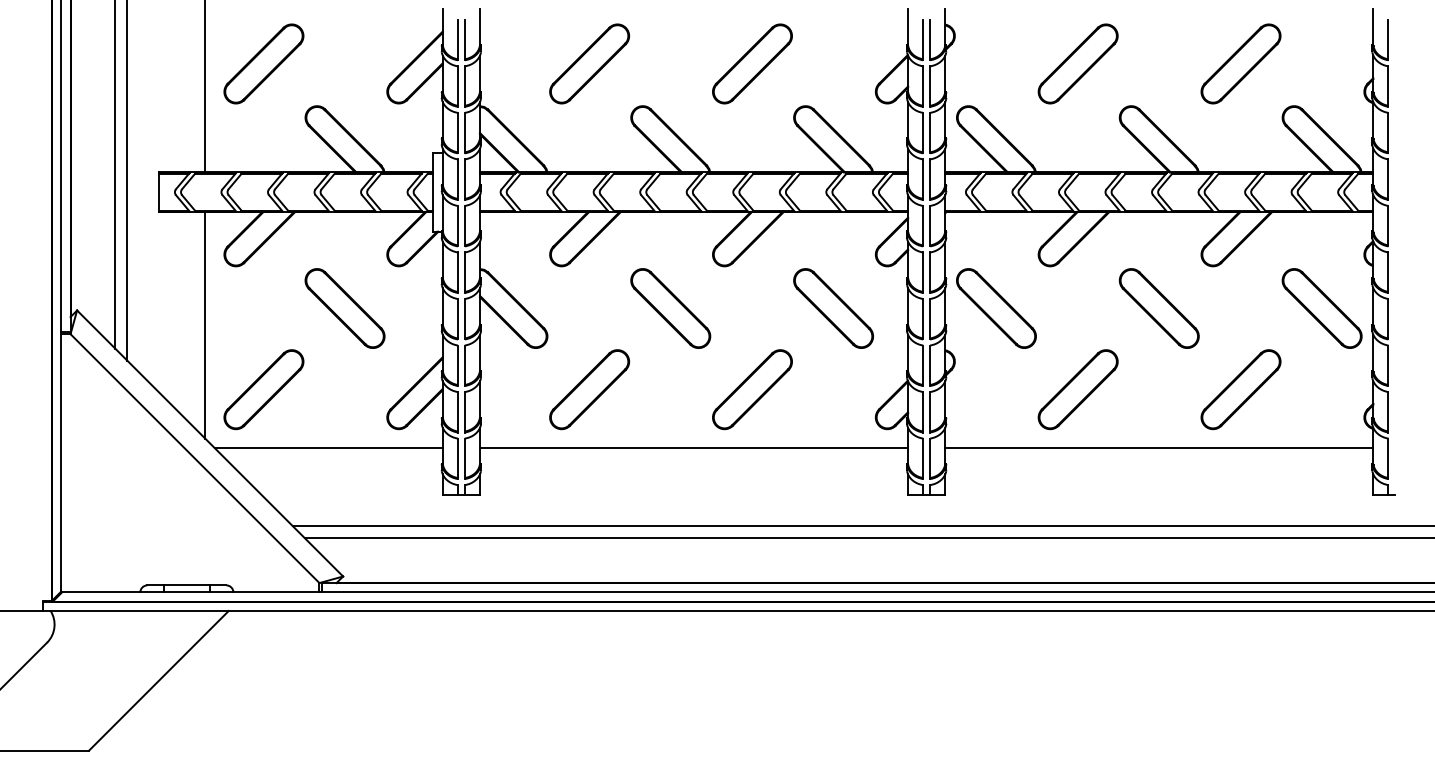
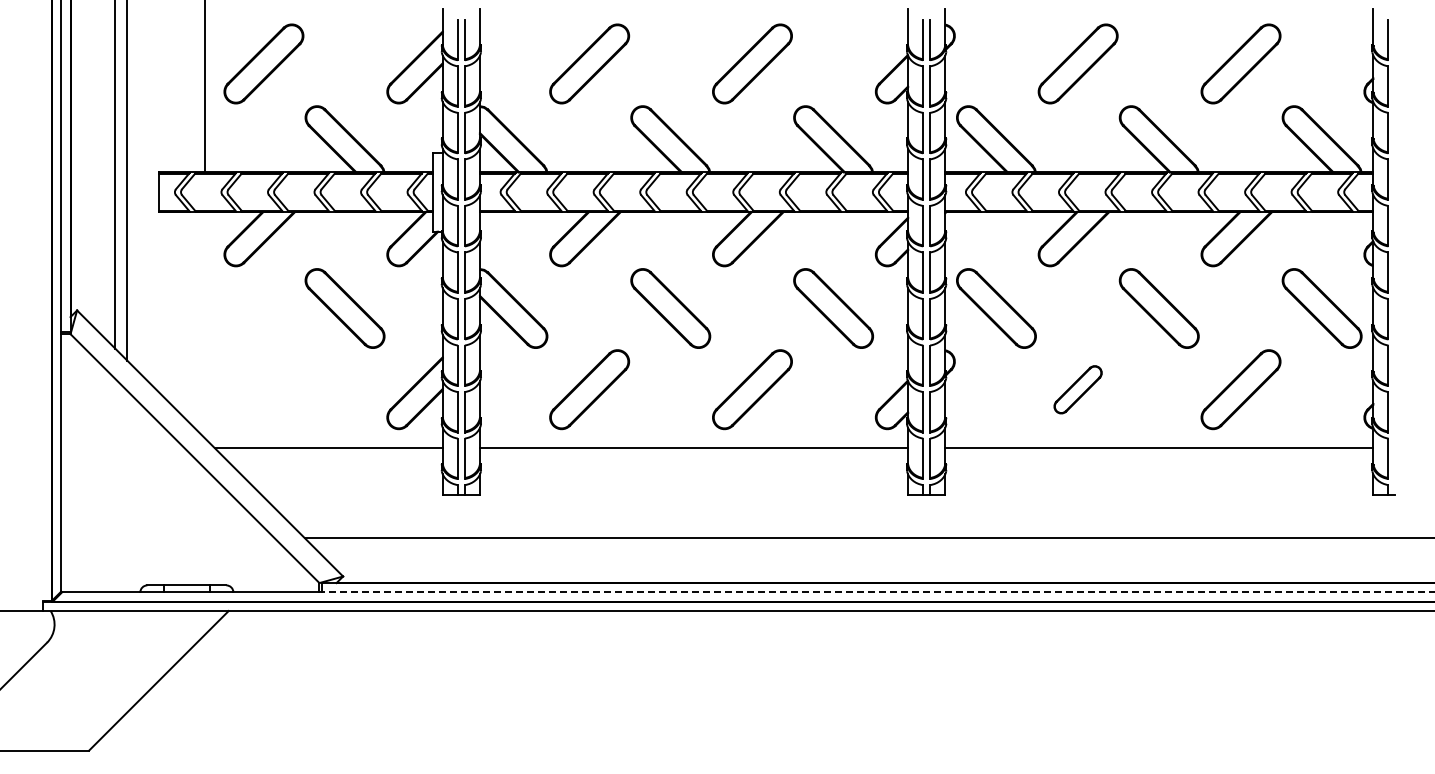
line at (205, 325): present -> none
part at (263, 389): present -> none
part at (1077, 389) size: 82x82 px -> 50x50 px
line at (861, 526): present -> none
line at (877, 592): solid -> dashed
